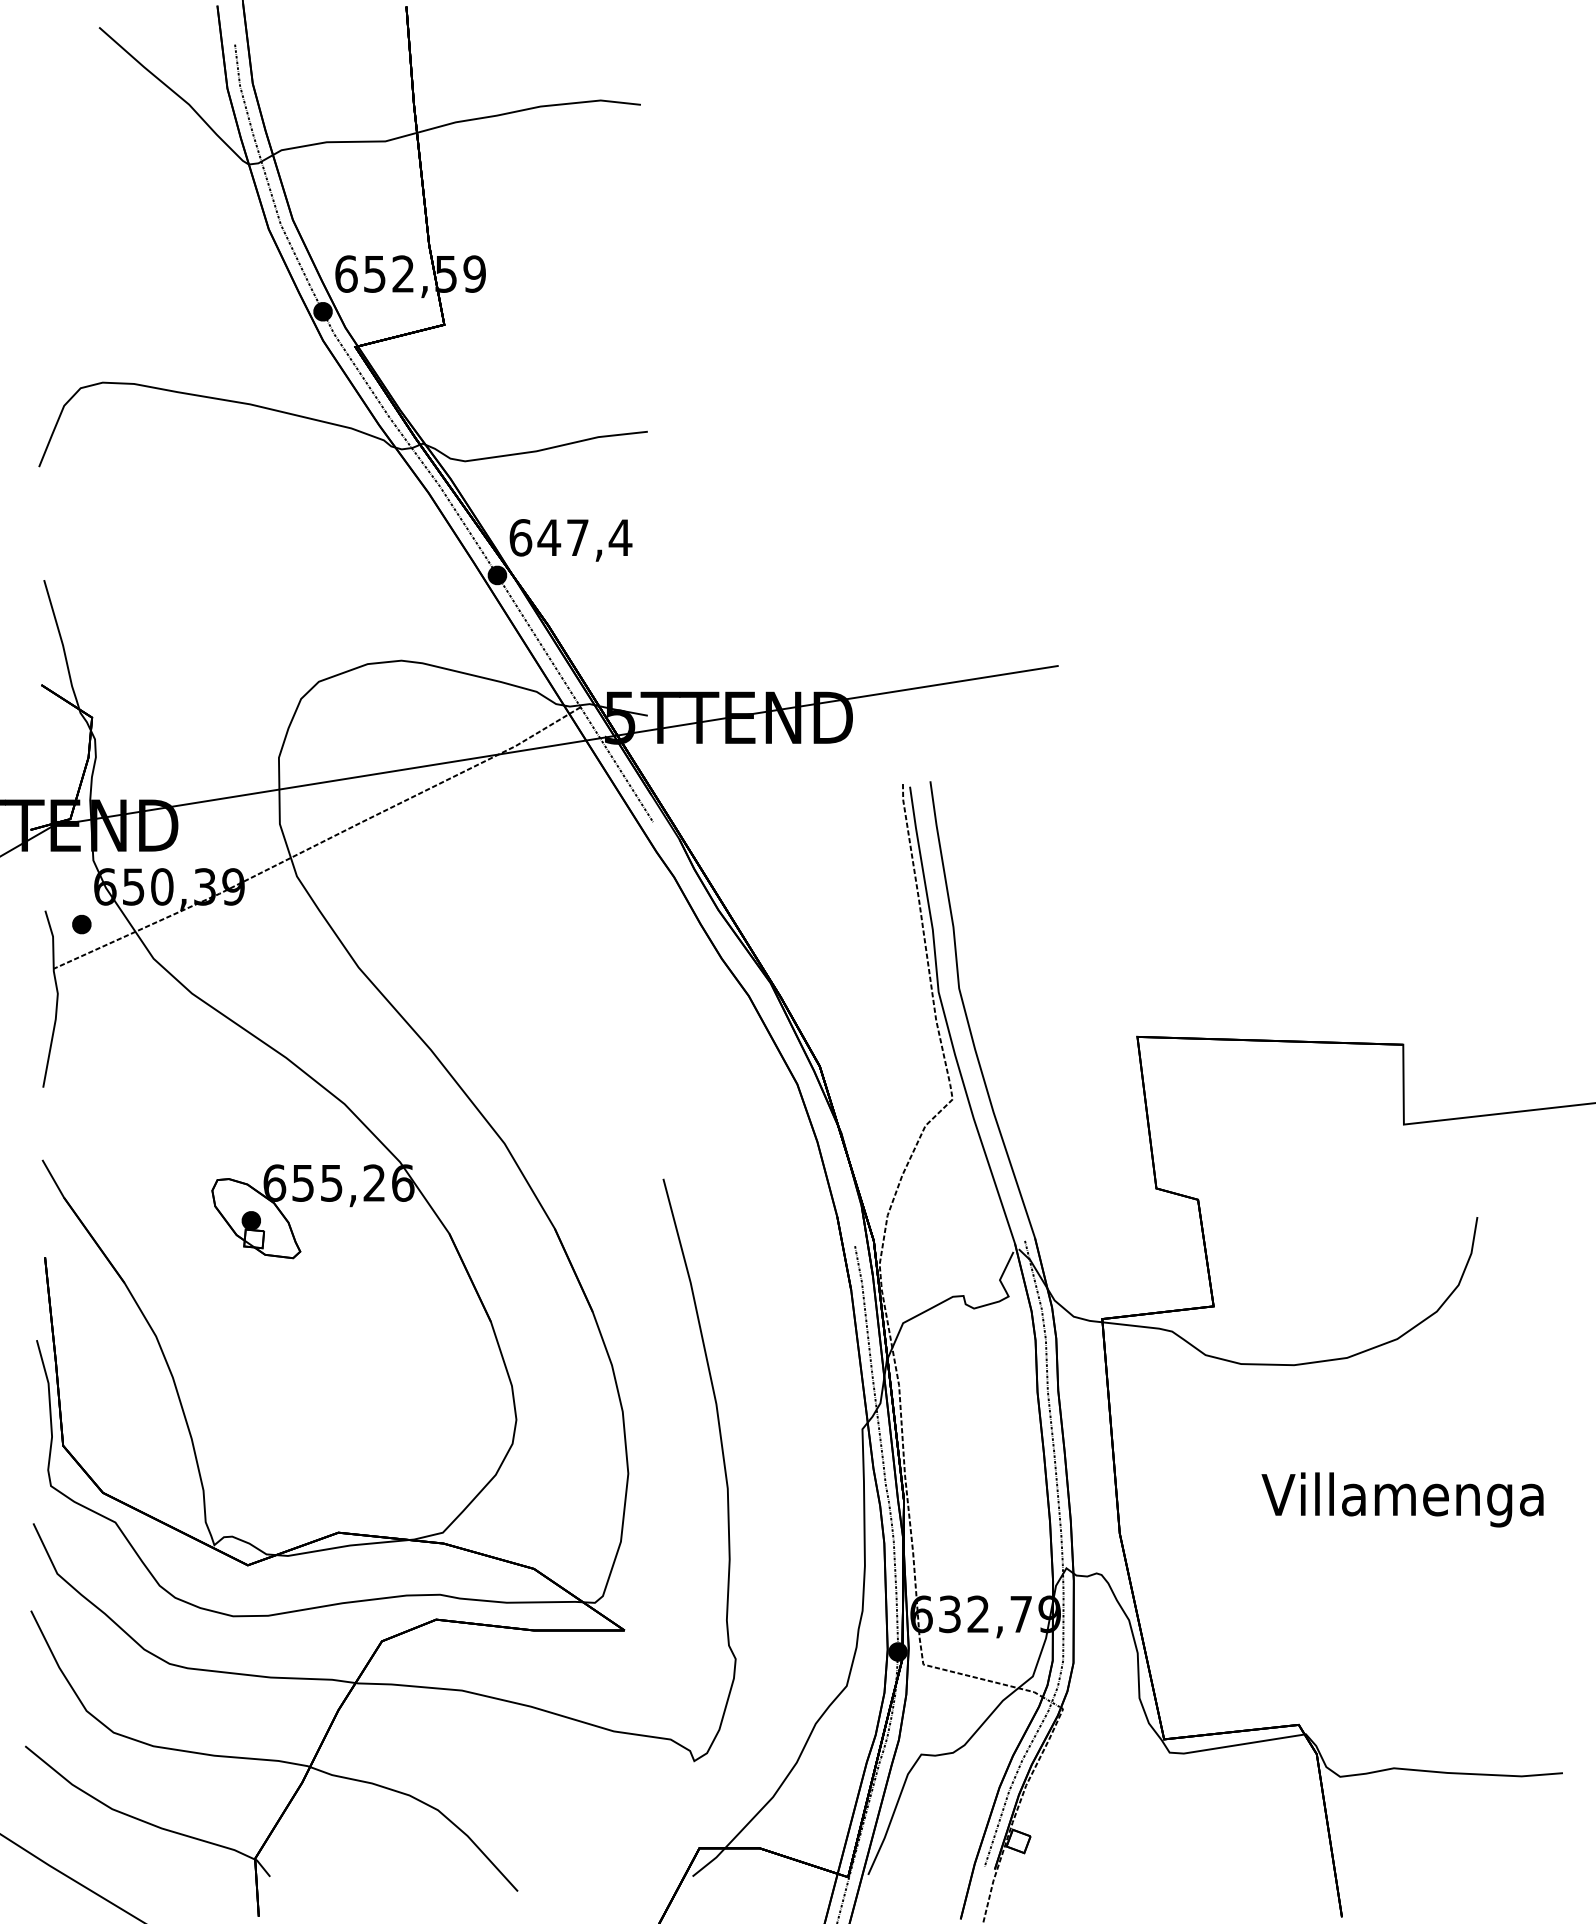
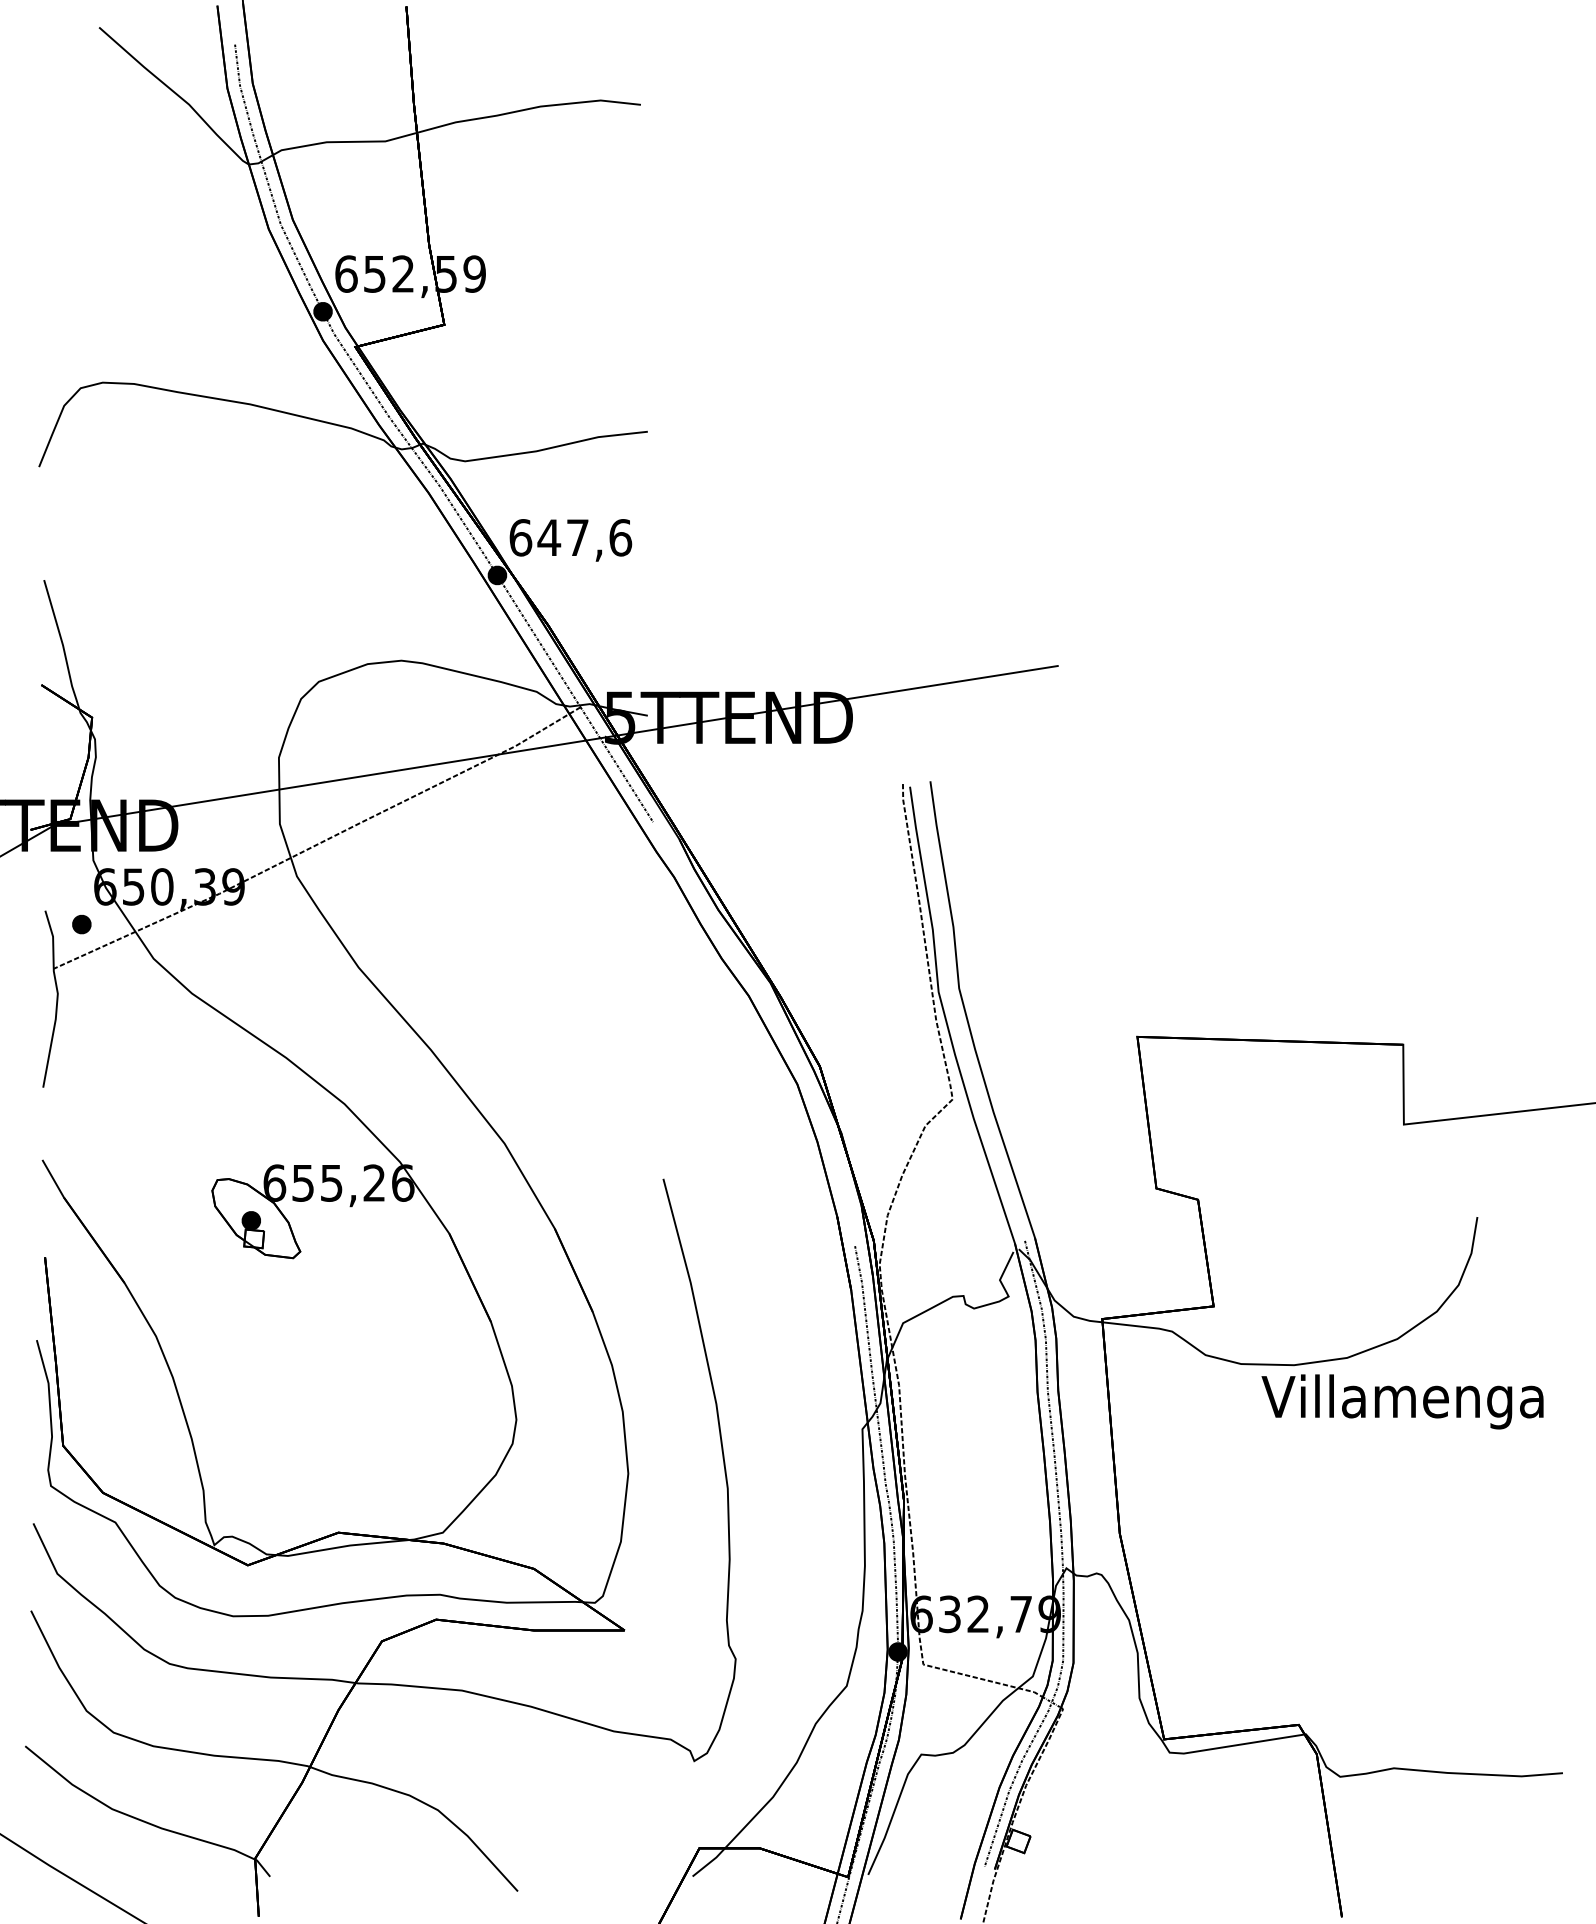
text at (620, 537): 647,4 -> 647,6
text at (1402, 1499) position: (1402, 1499) -> (1402, 1401)
